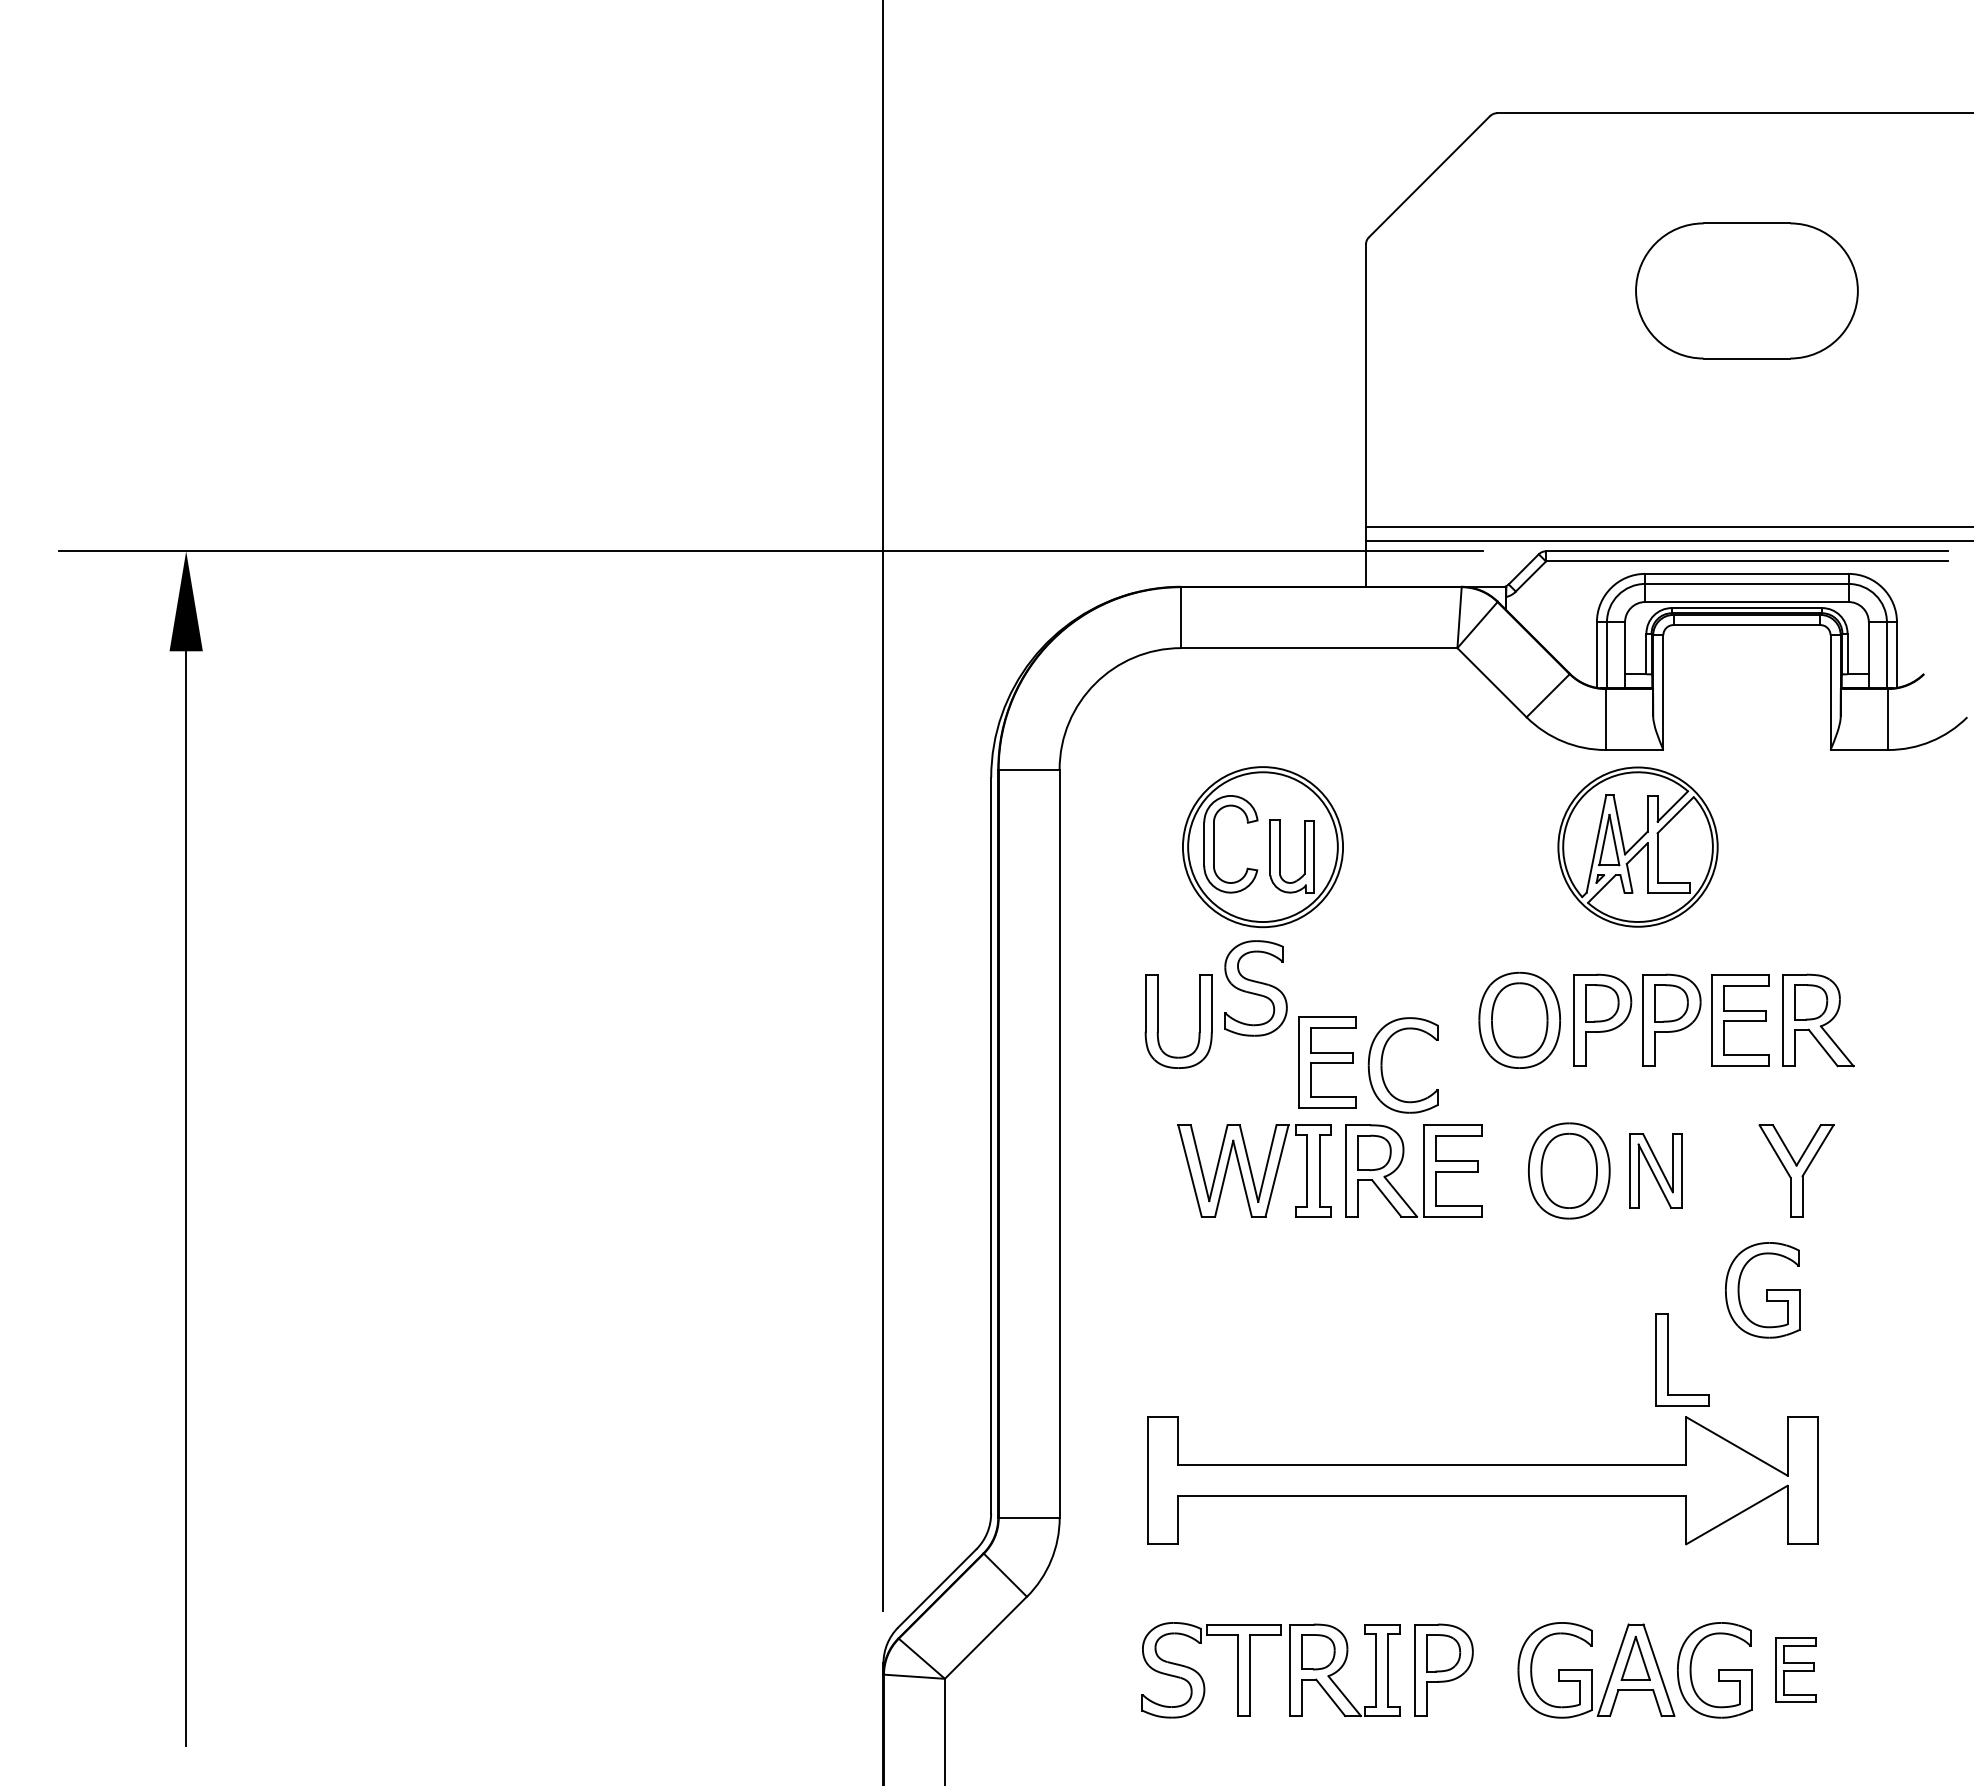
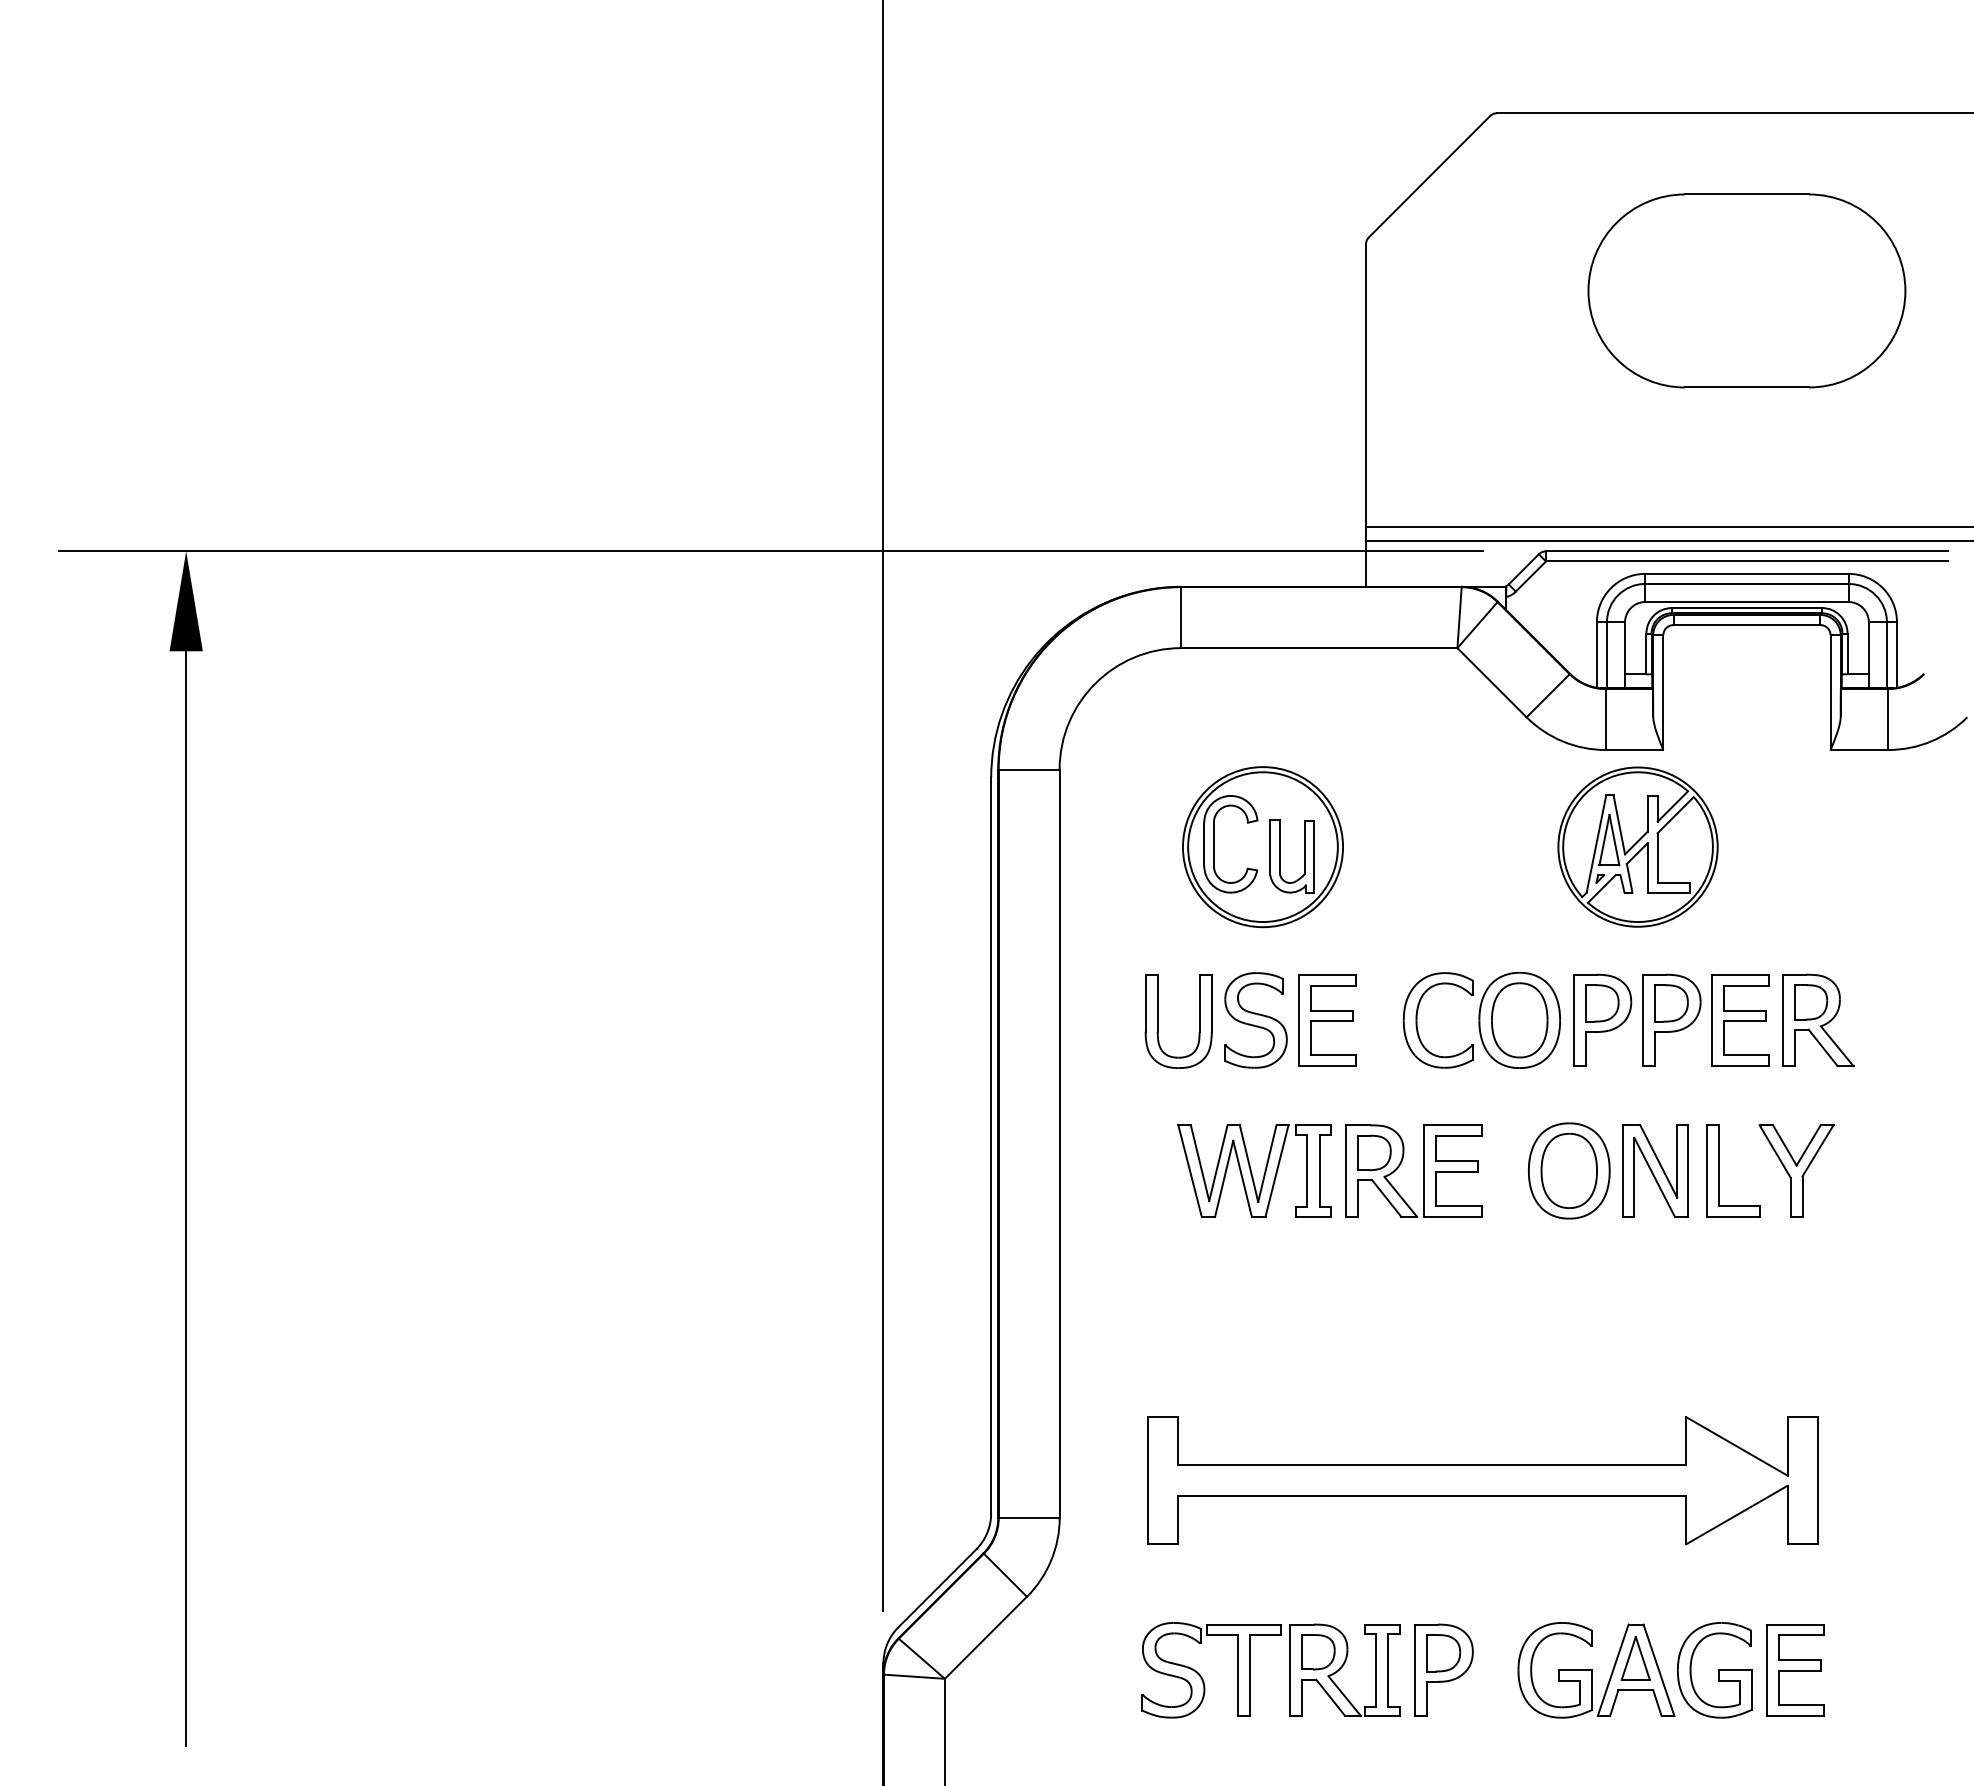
part at (1746, 290) size: 224x138 px -> 320x196 px
part at (1255, 988) position: (1255, 988) -> (1255, 1020)
part at (1327, 1062) position: (1327, 1062) -> (1327, 1020)
part at (1382, 1065) position: (1382, 1065) -> (1417, 1020)
part at (1655, 1170) size: 54x76 px -> 67x94 px
part at (1762, 1290): present -> none
part at (1668, 1359) position: (1668, 1359) -> (1719, 1170)
part at (1795, 1669) size: 42x66 px -> 59x93 px
